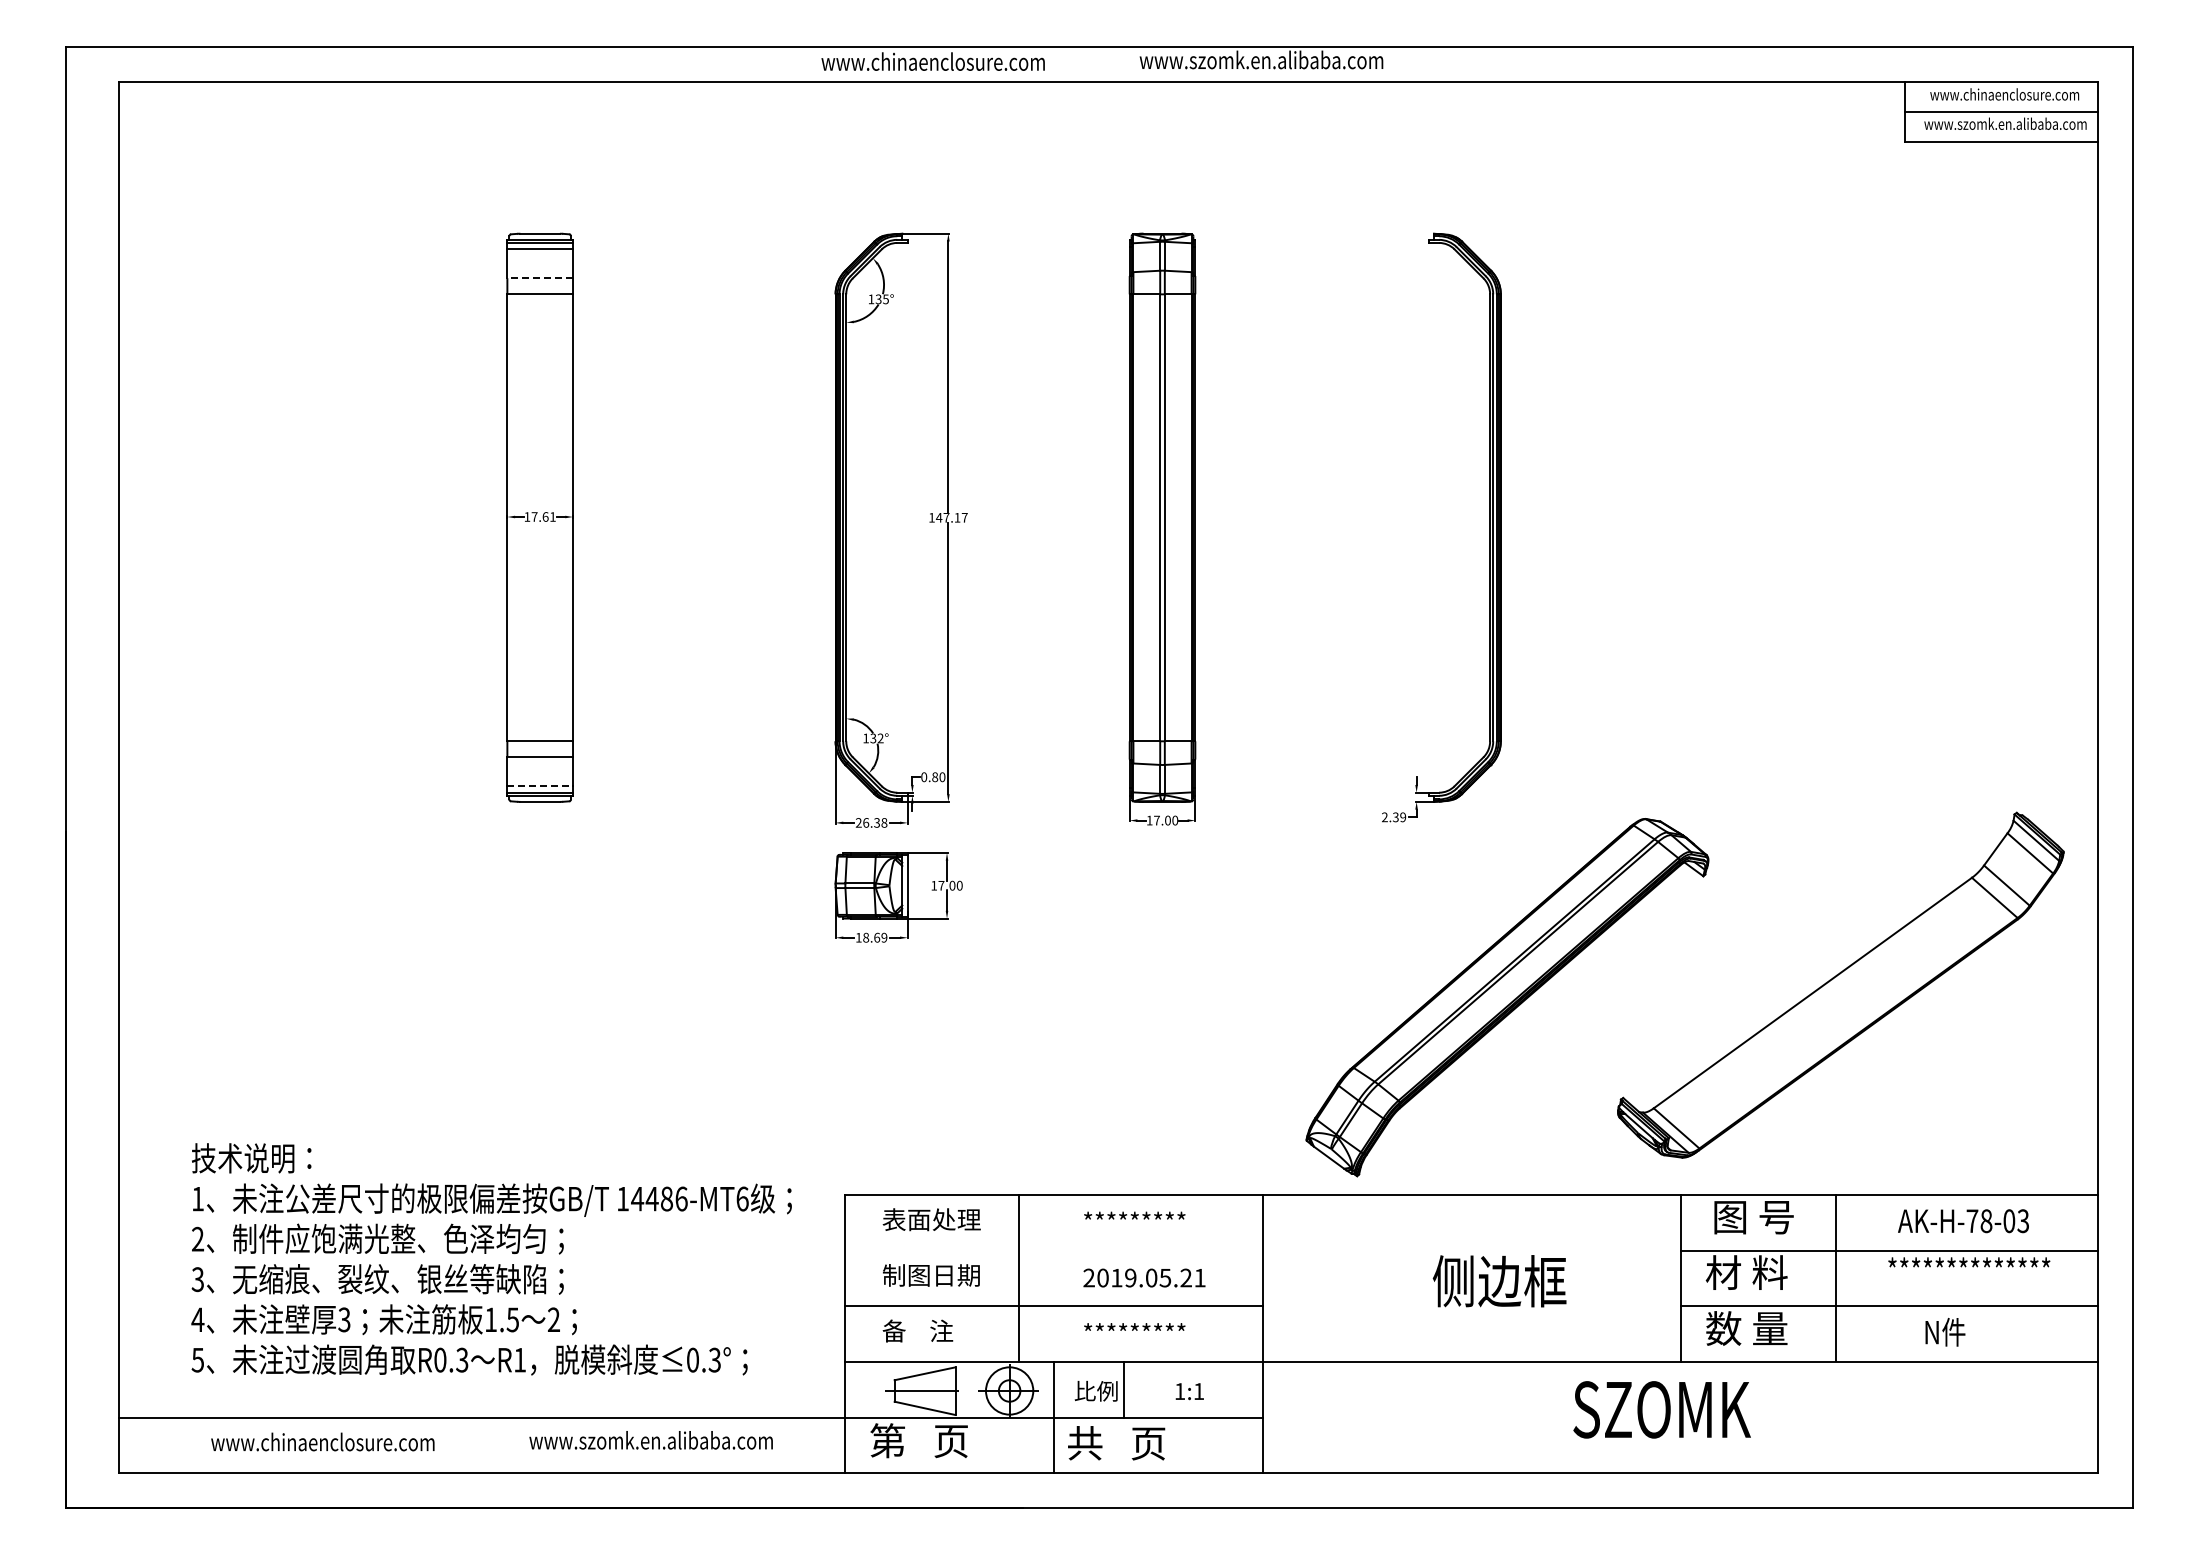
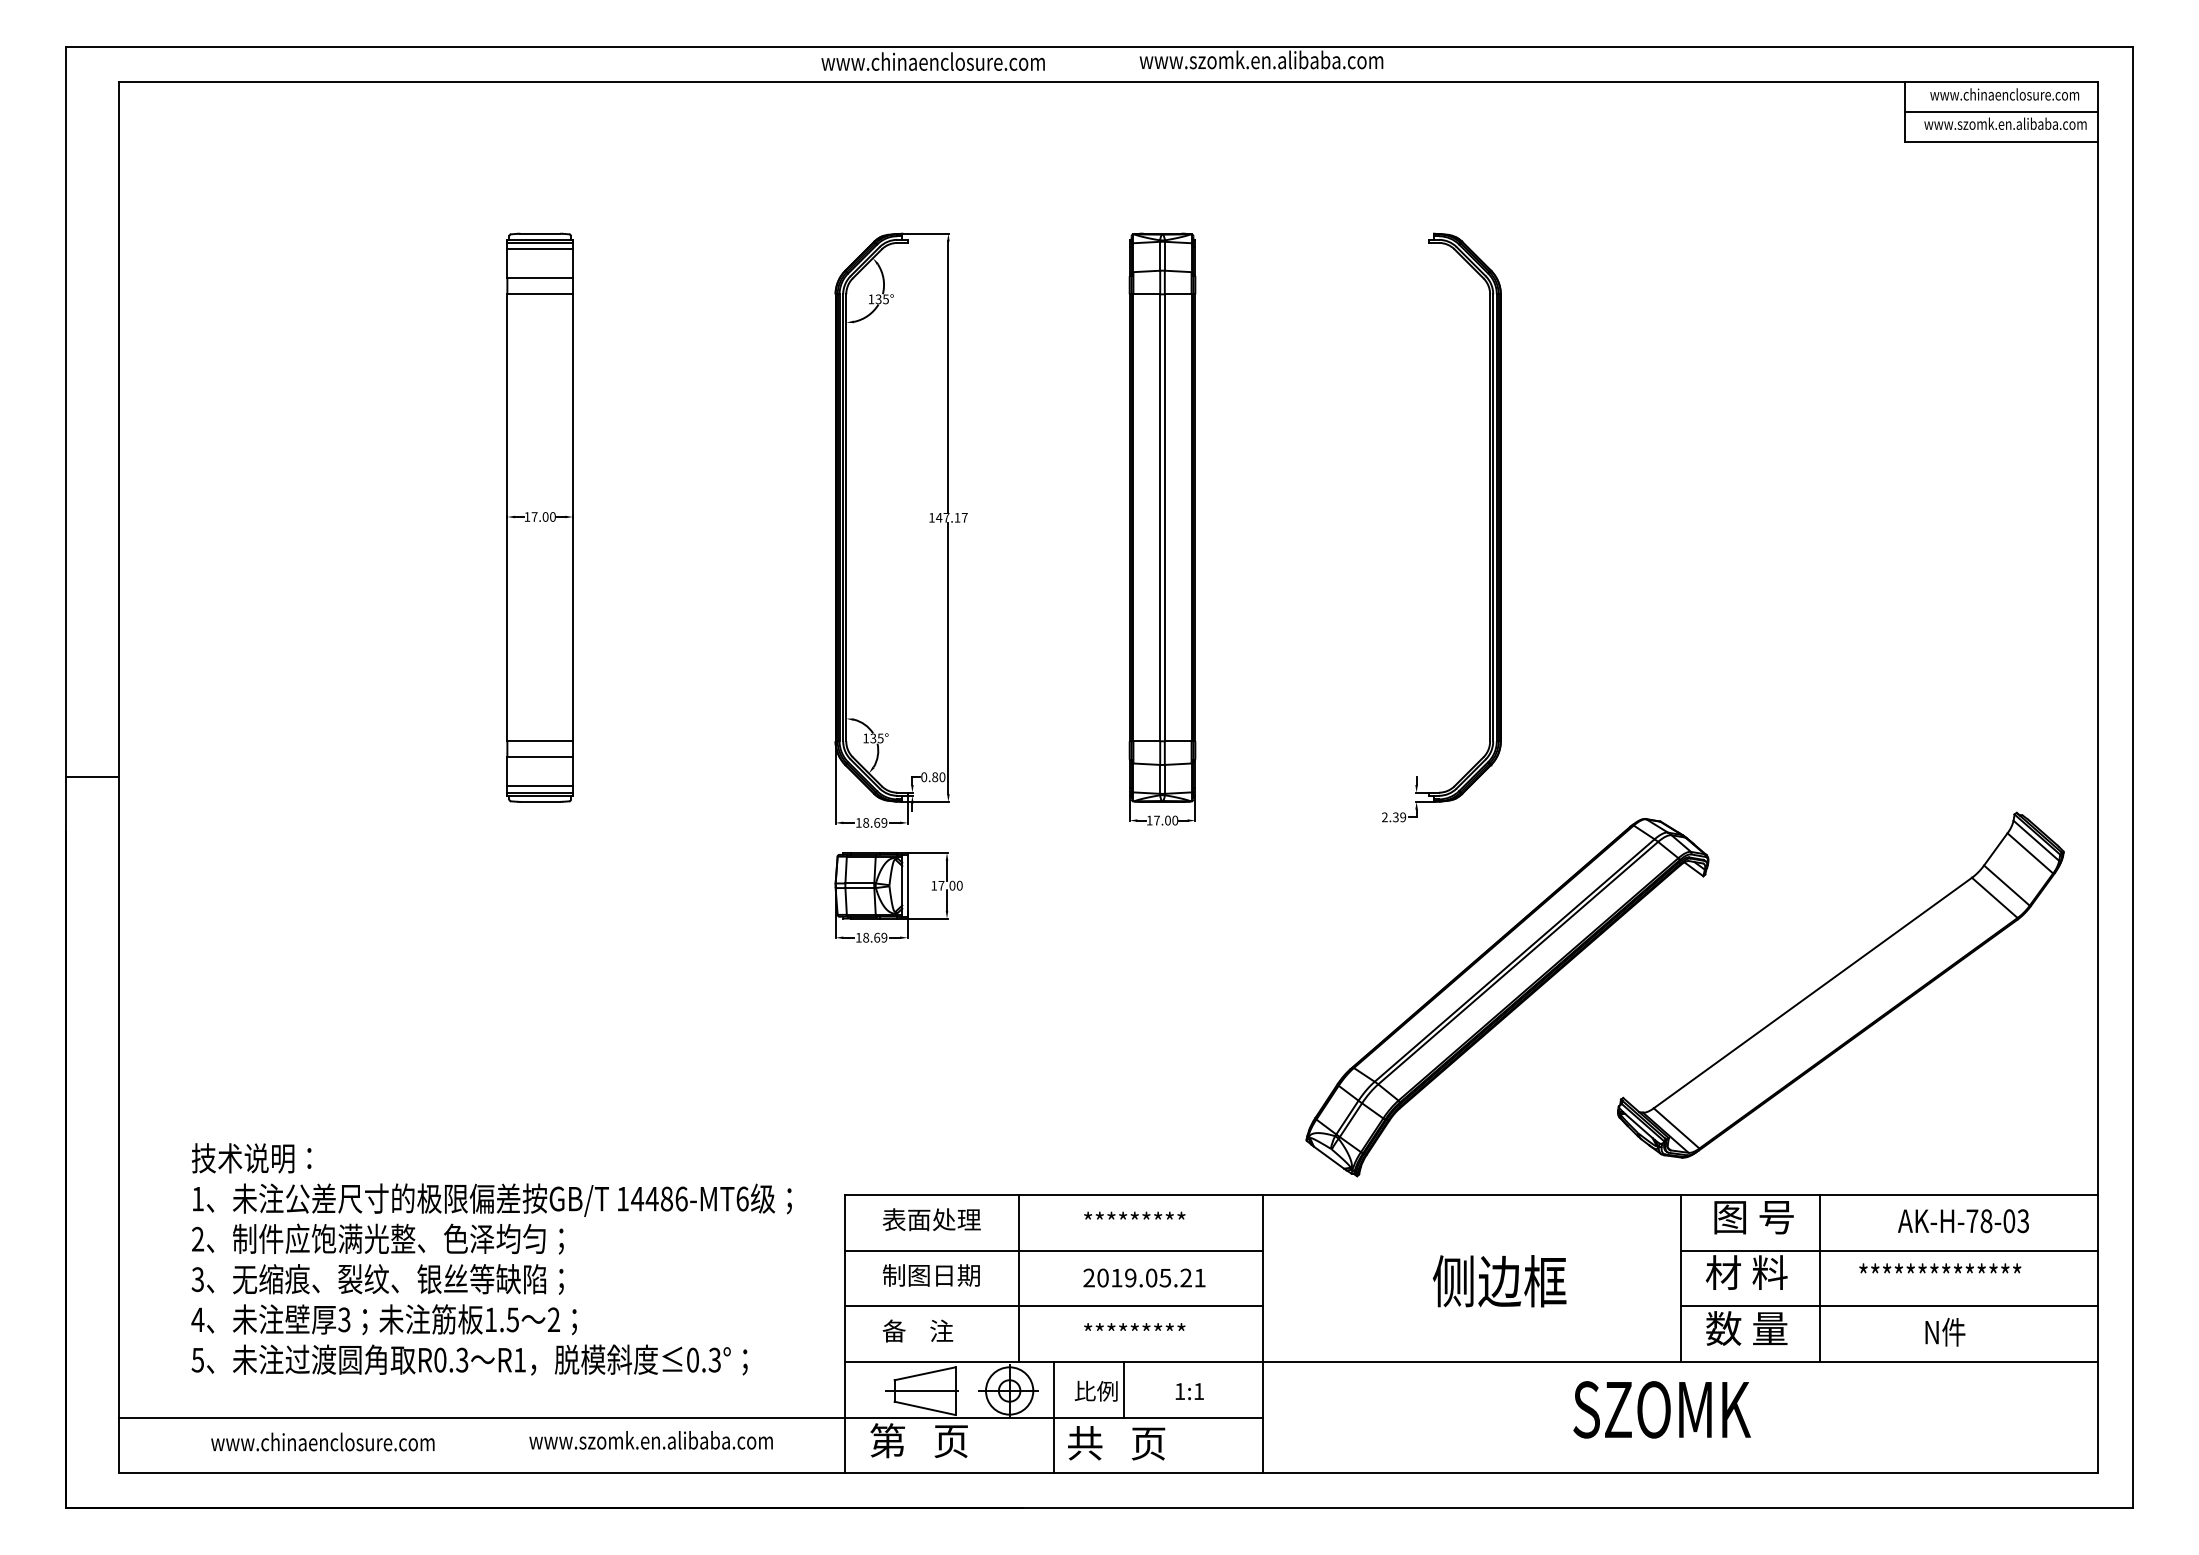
line at (540, 278): dashed -> solid
text at (548, 516): 17.61 -> 17.00
text at (880, 738): 132° -> 135°
line at (92, 777): none -> present
line at (540, 786): dashed -> solid
text at (871, 822): 26.38 -> 18.69
line at (1054, 1250): none -> present
text at (1969, 1262) position: (1969, 1262) -> (1940, 1268)
line at (1835, 1277) position: (1835, 1277) -> (1819, 1277)
